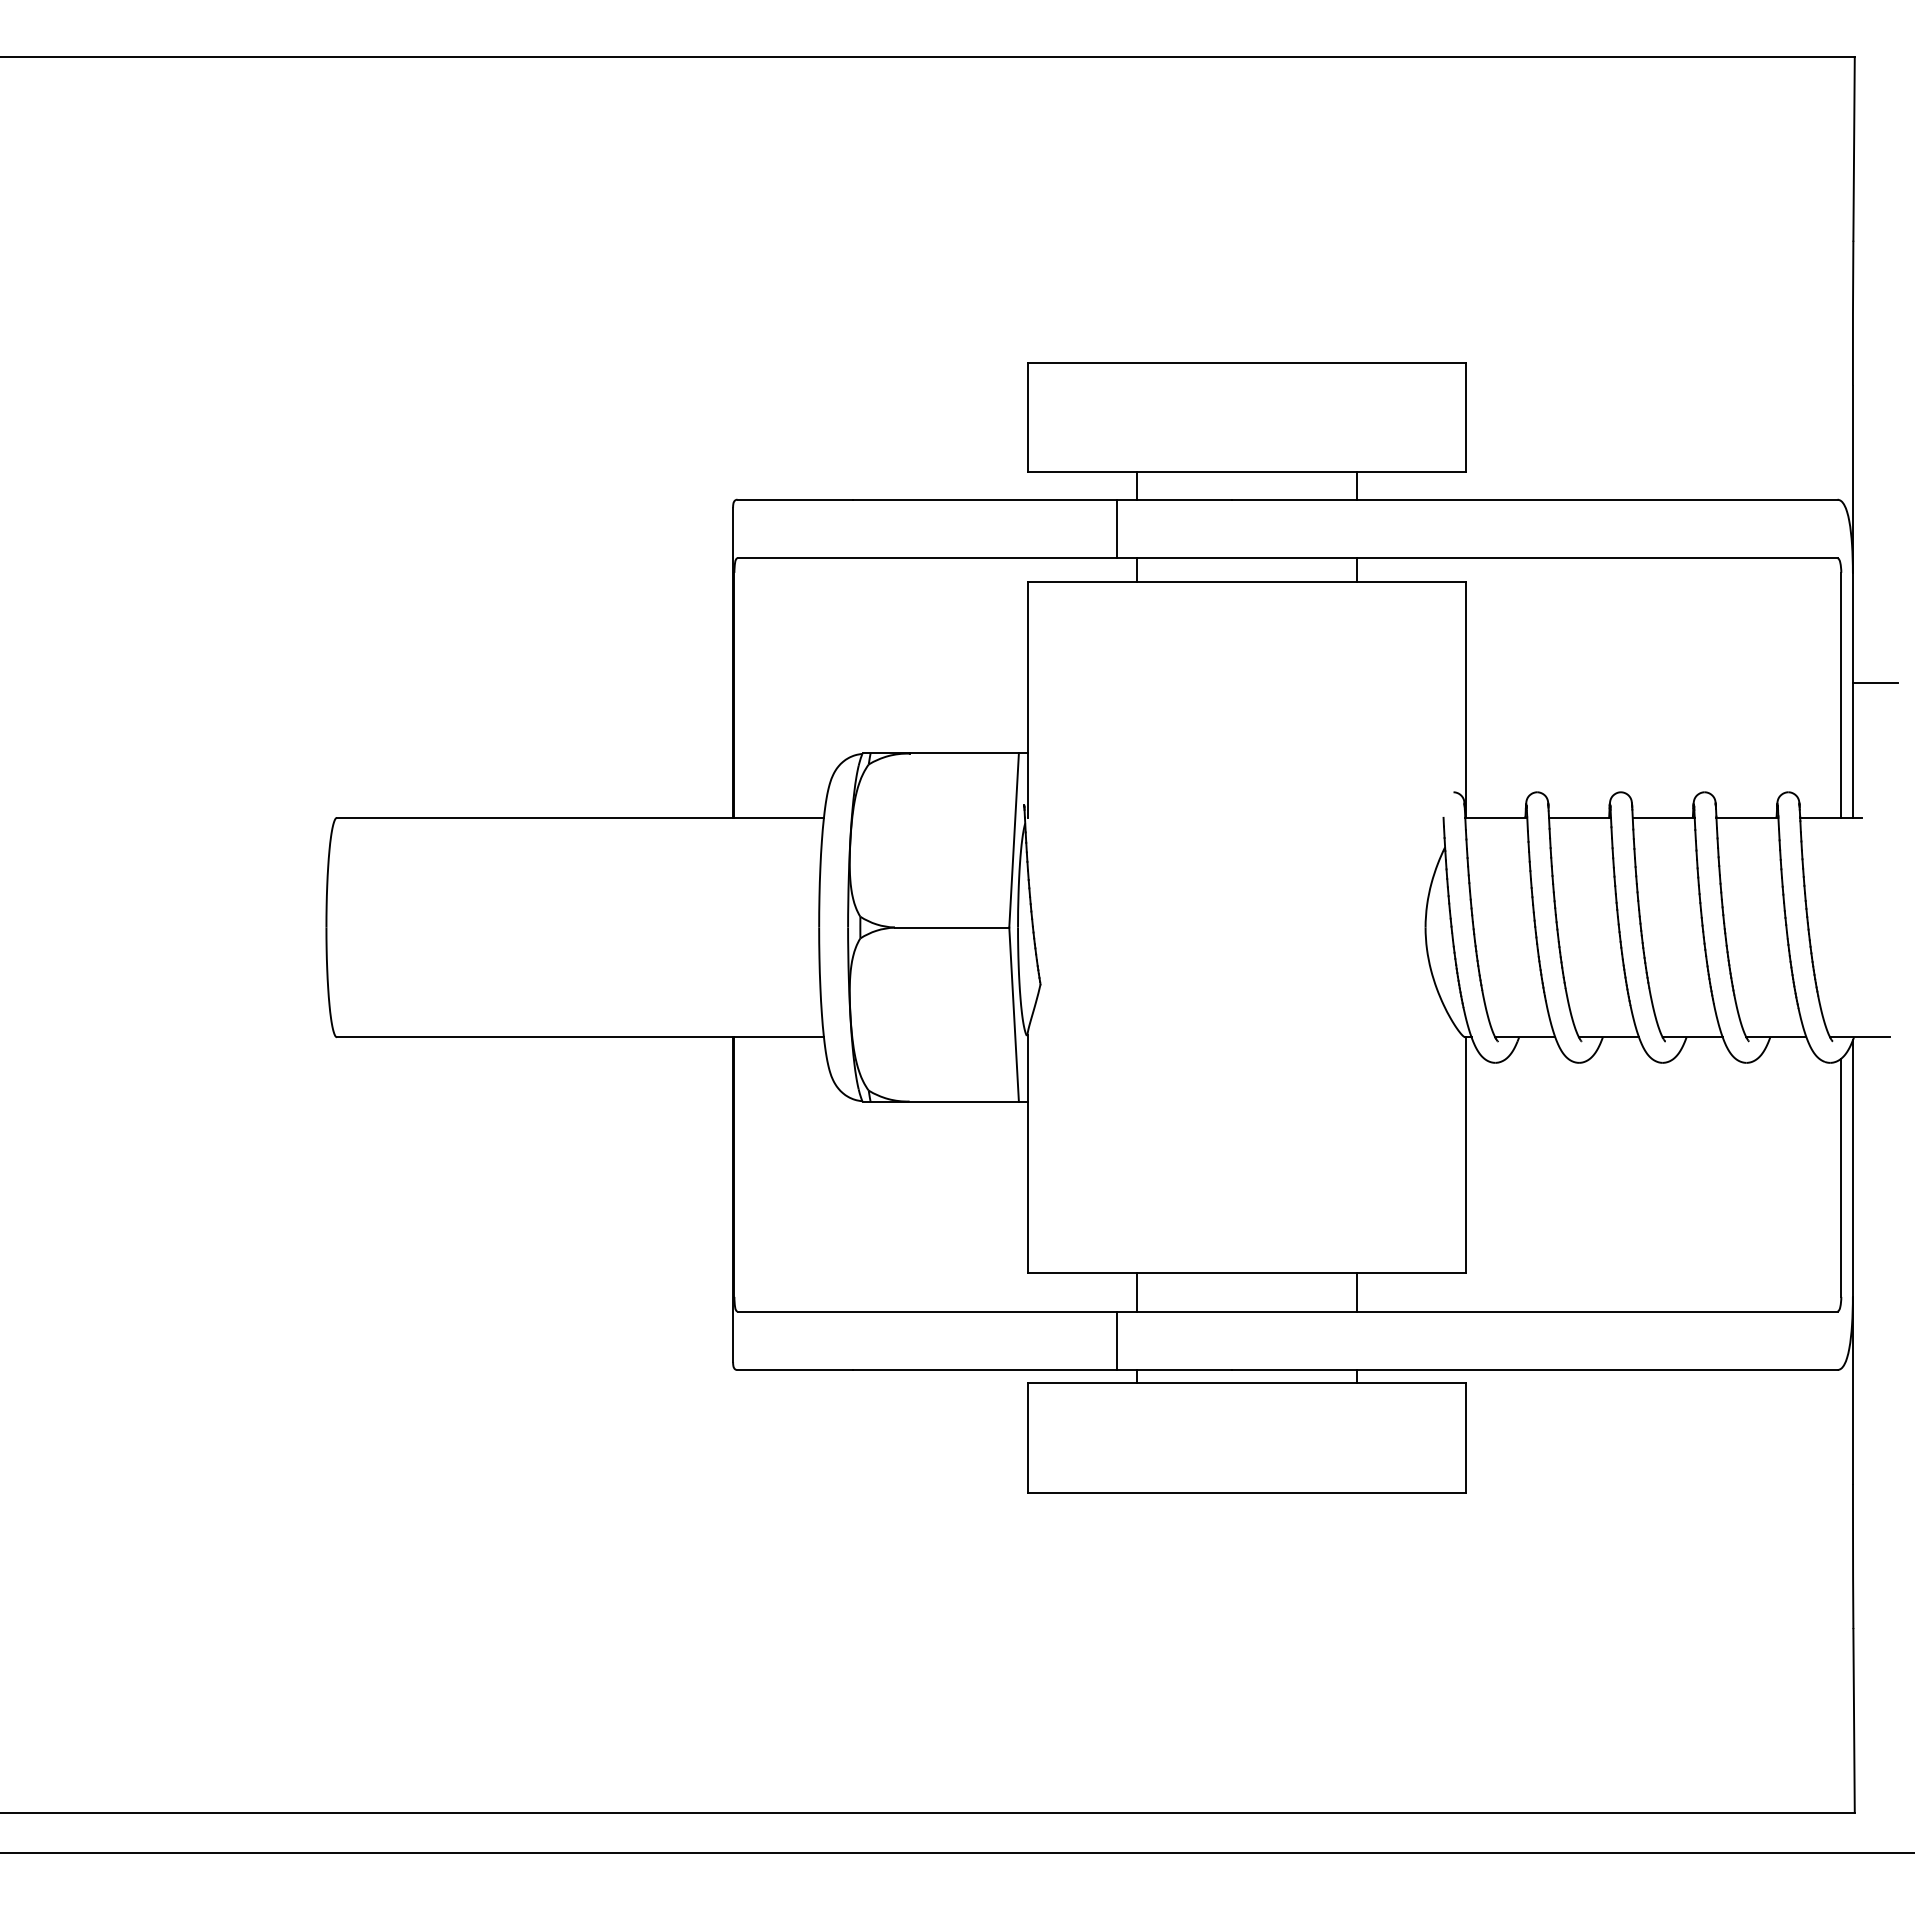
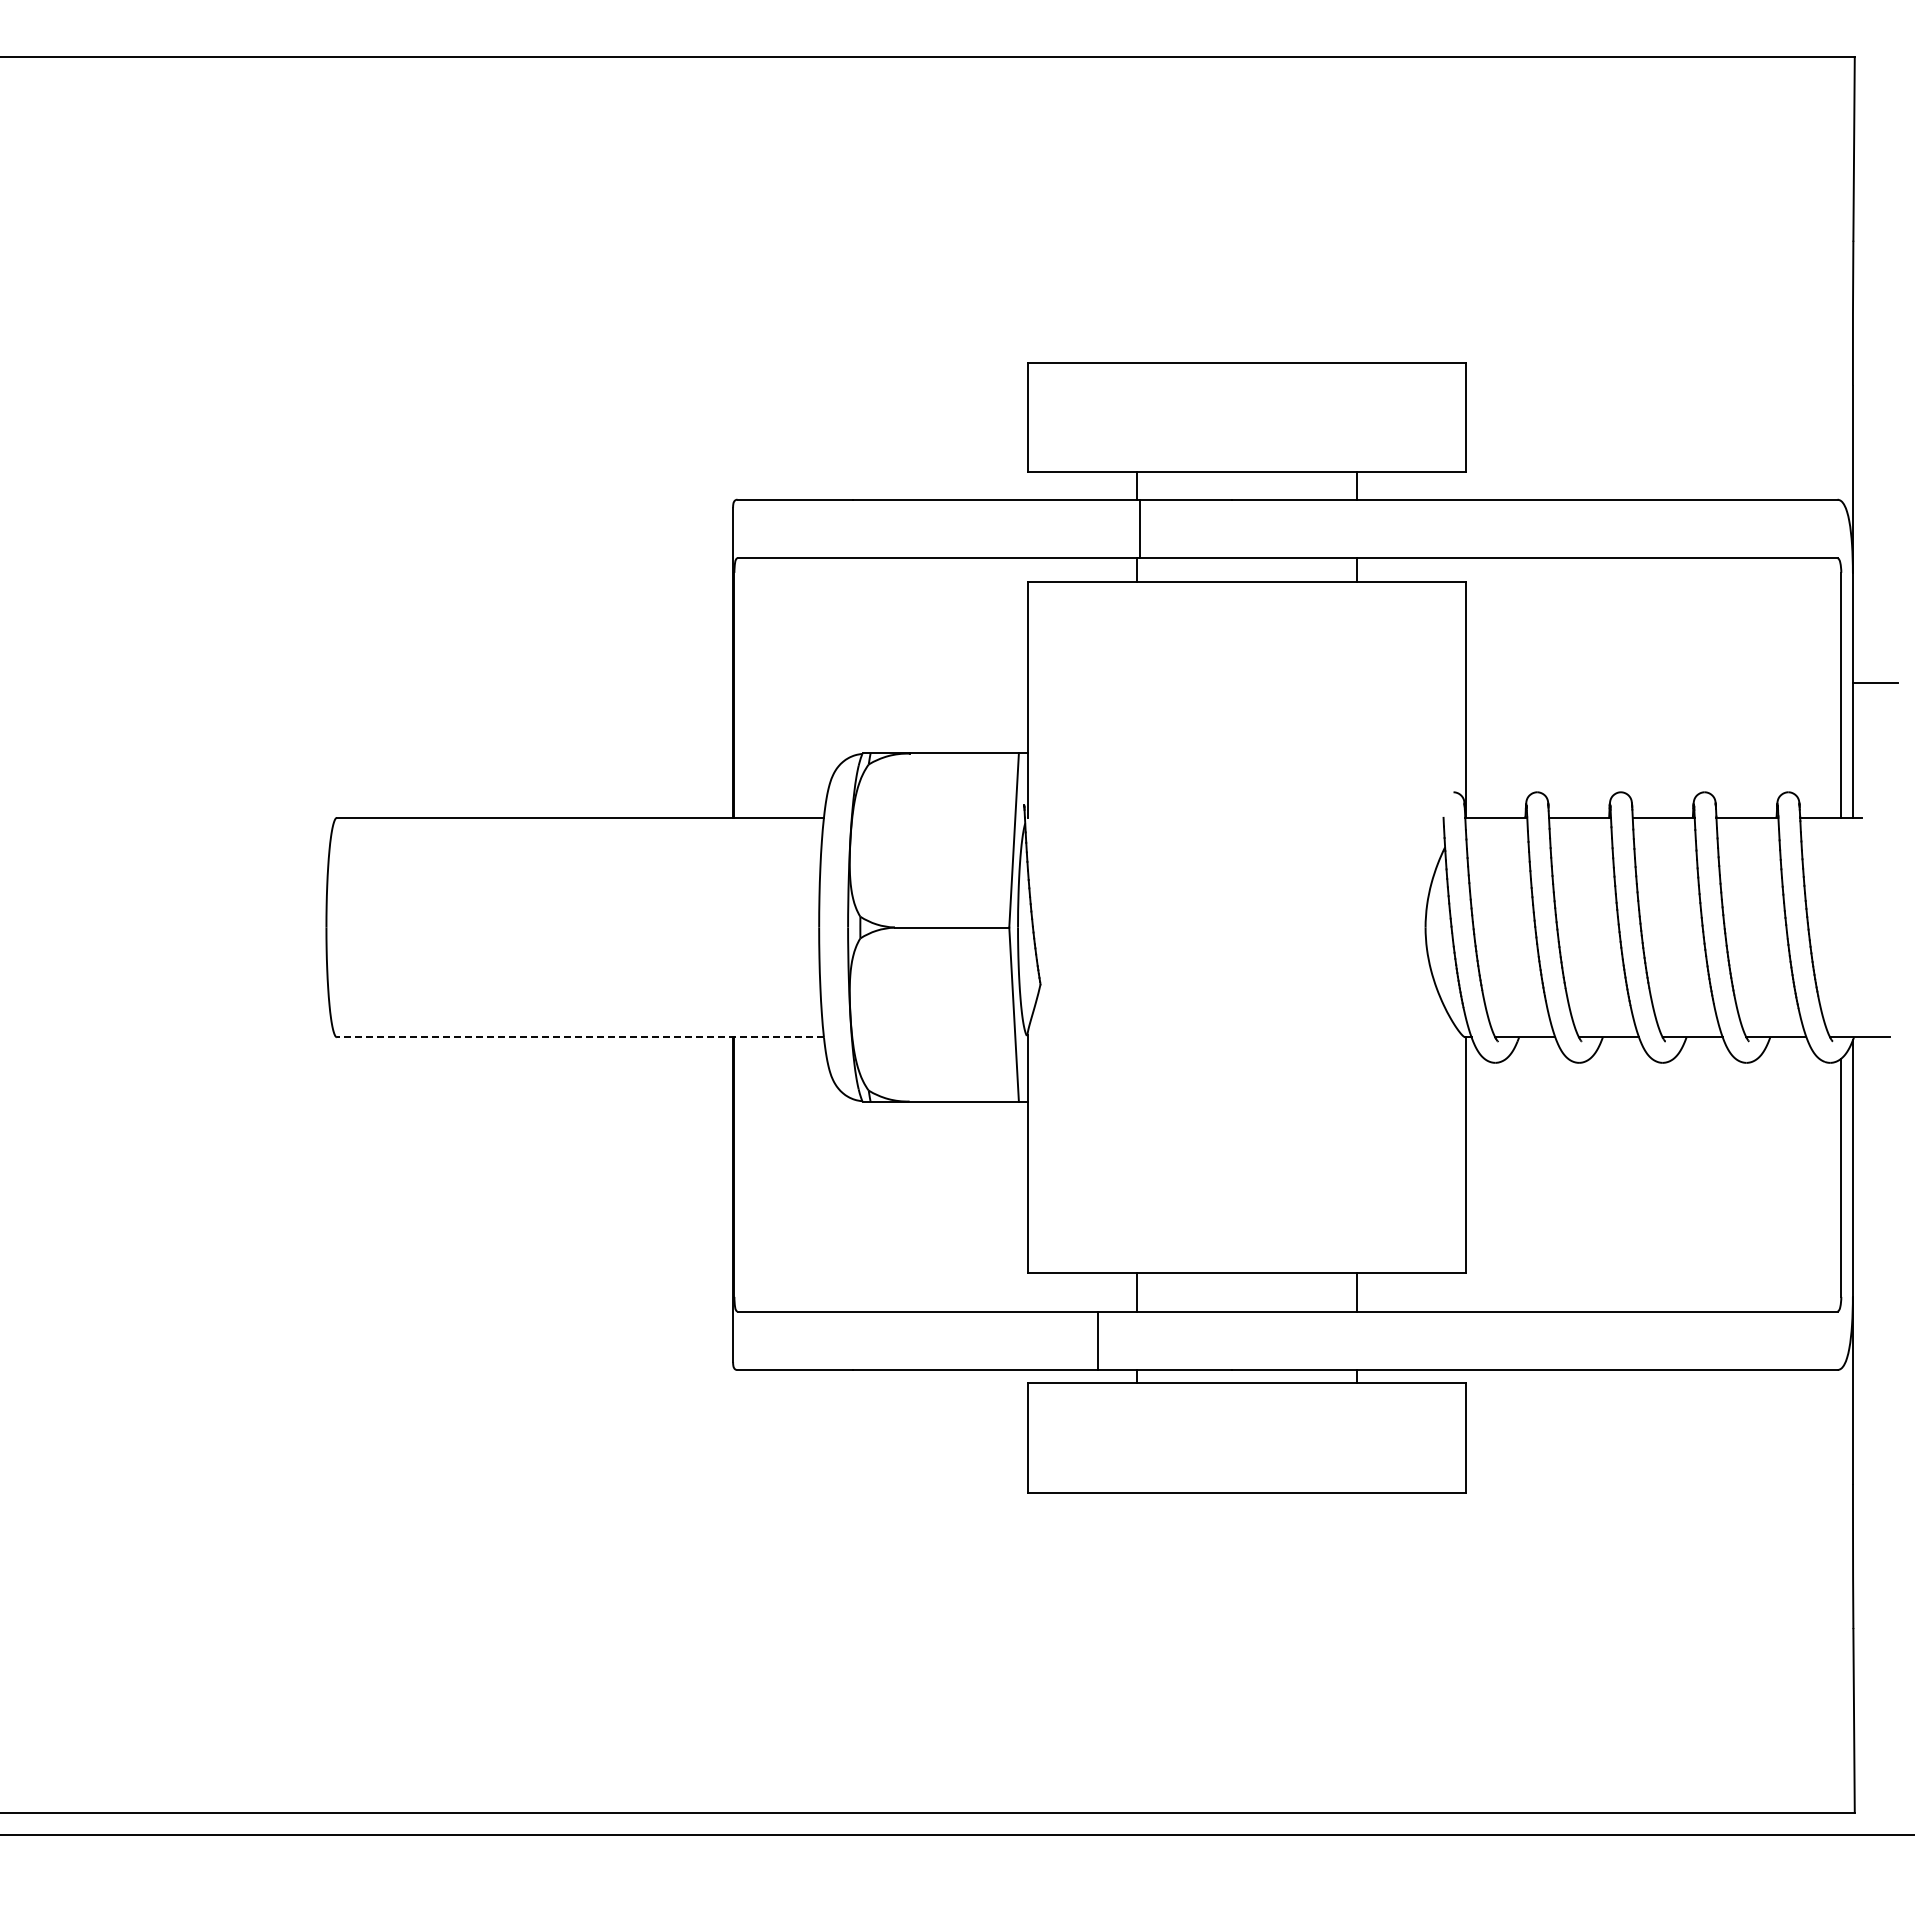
line at (1117, 528) position: (1117, 528) -> (1140, 528)
line at (580, 1037): solid -> dashed
line at (1117, 1340) position: (1117, 1340) -> (1098, 1340)
line at (956, 1852) position: (956, 1852) -> (956, 1834)
